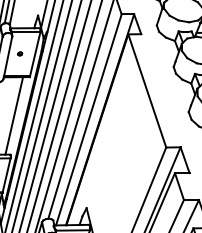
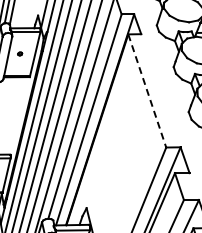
line at (147, 90): solid -> dashed
line at (14, 115): present -> none
